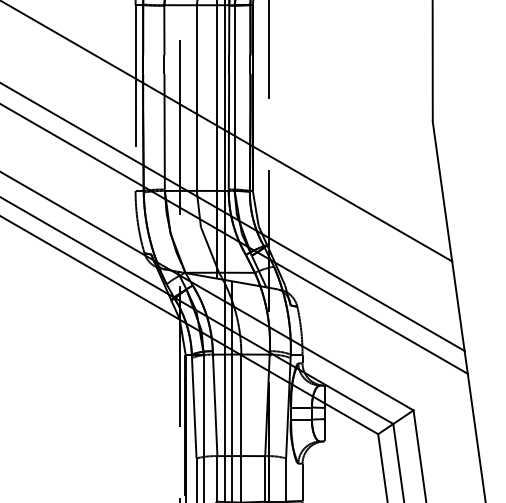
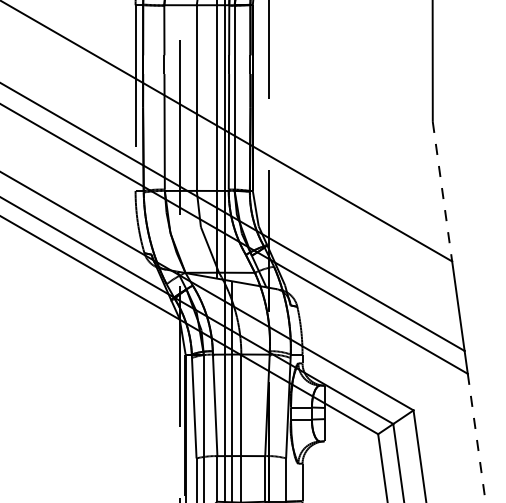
line at (442, 192): solid -> dashed
line at (476, 438): solid -> dashed
